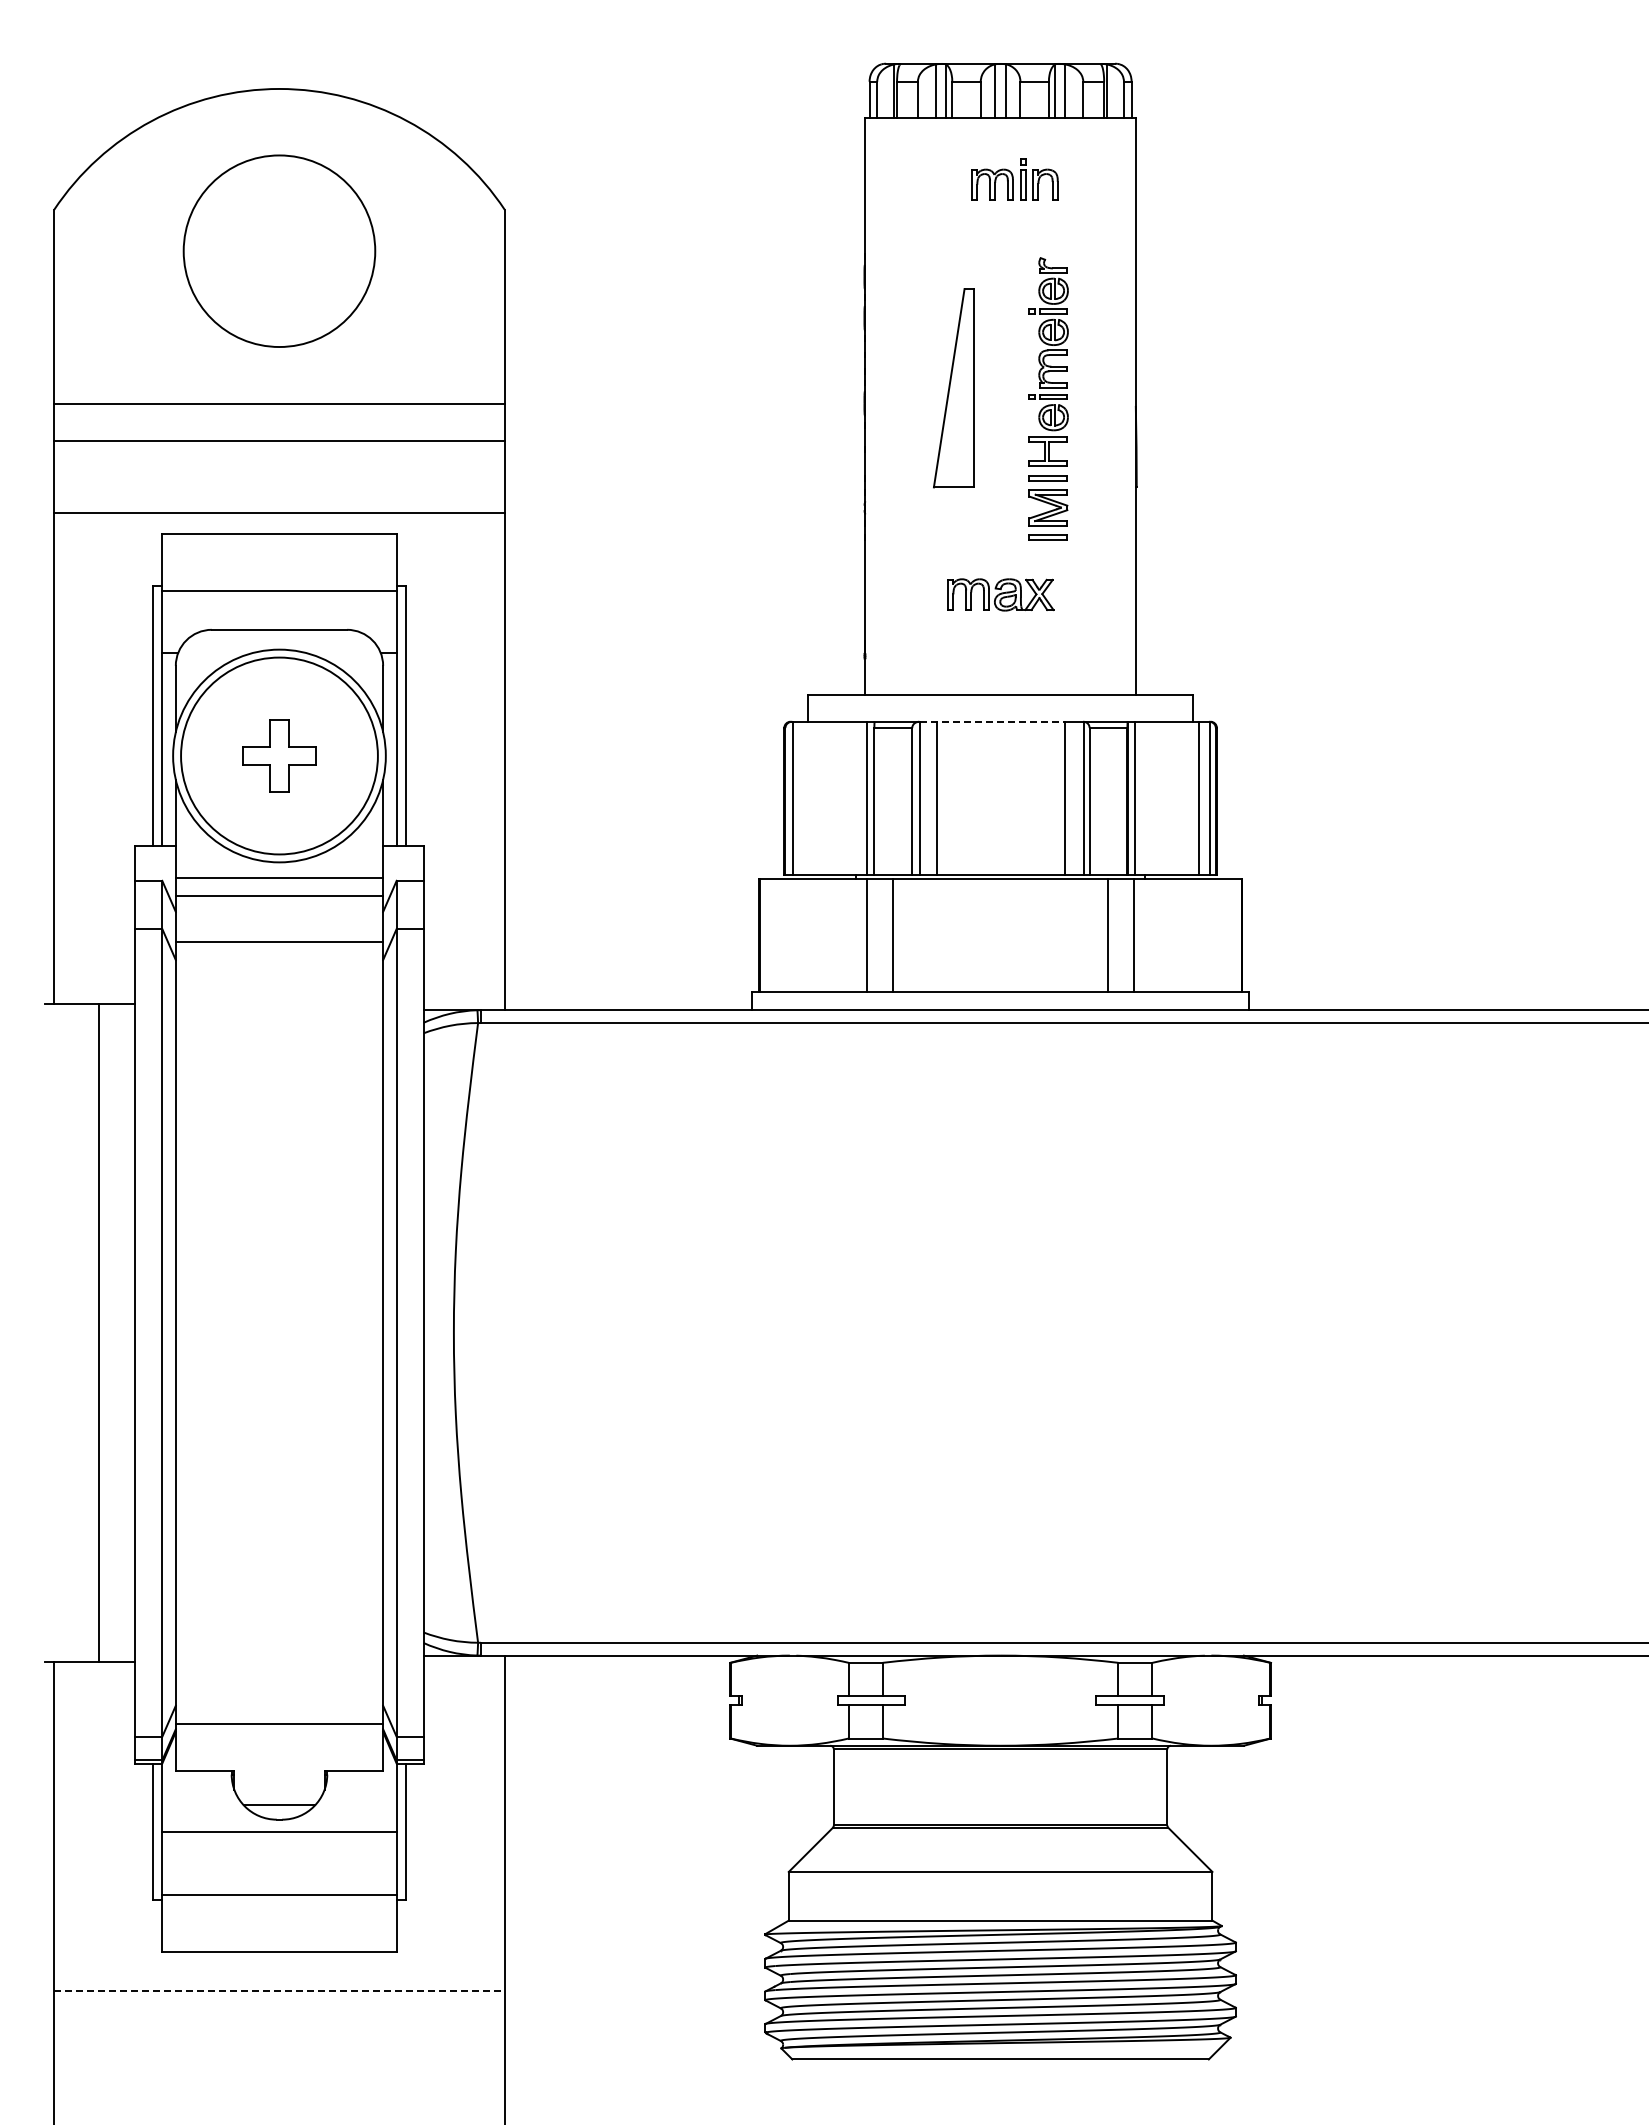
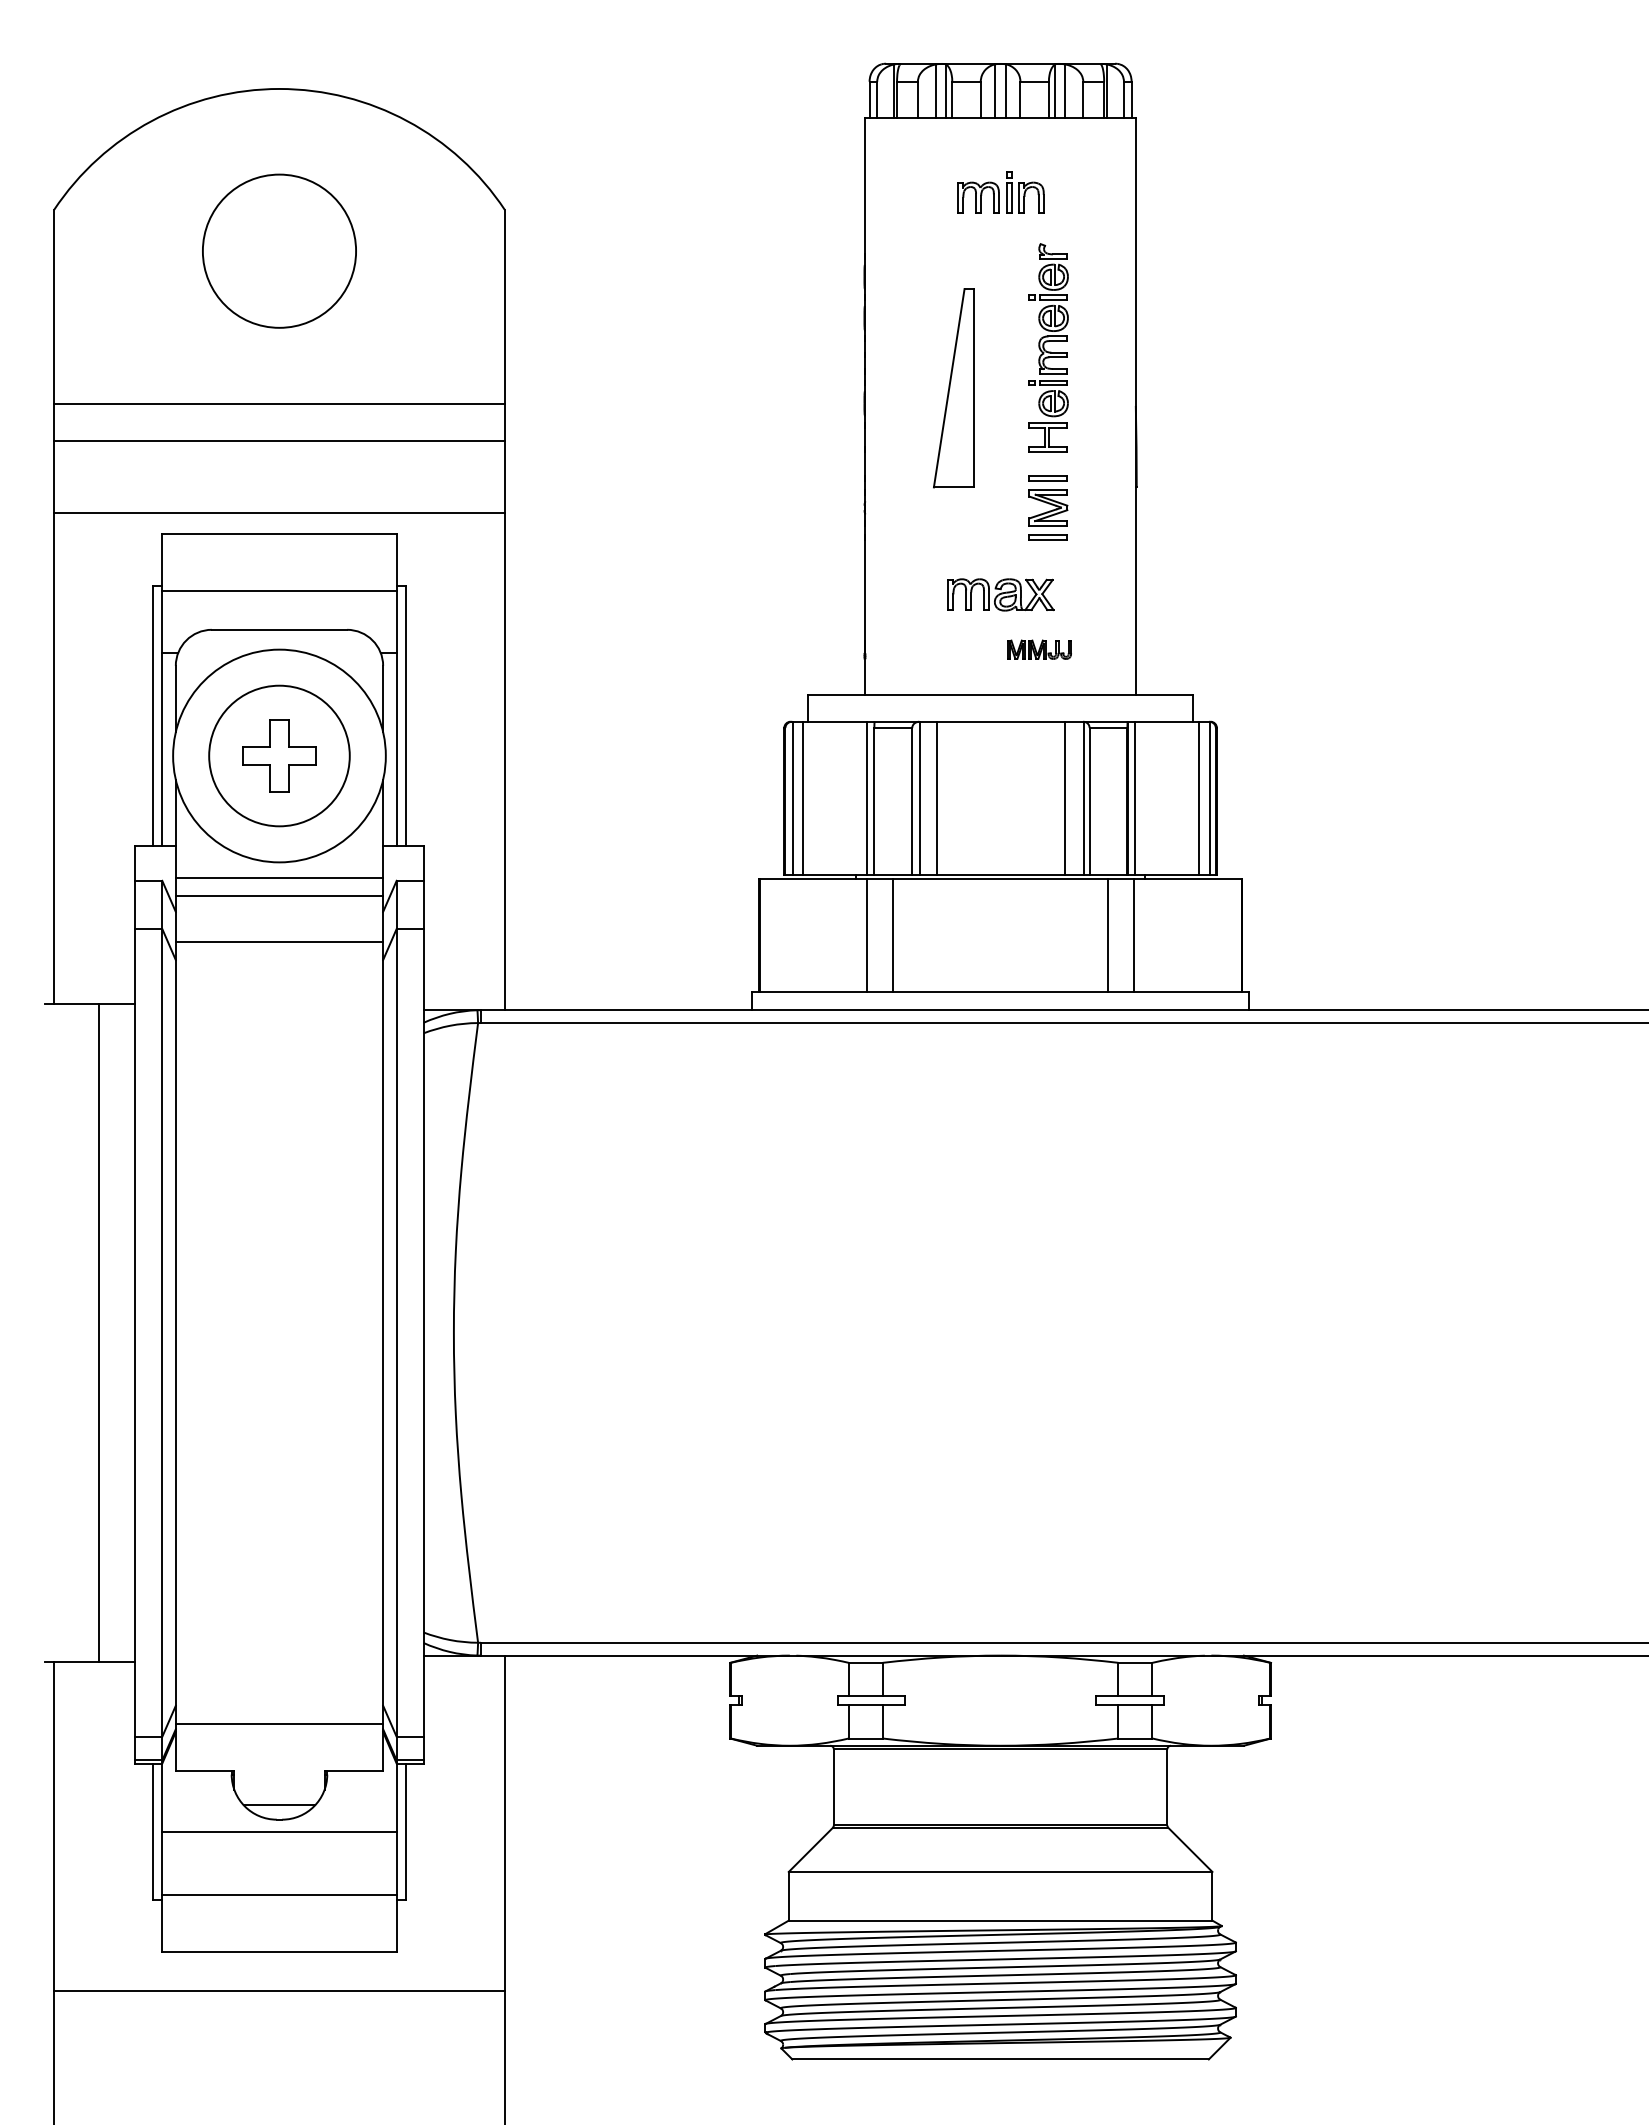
part at (1014, 179) position: (1014, 179) -> (1000, 192)
circle at (279, 251) diameter: 192 px -> 153 px
part at (1048, 361) position: (1048, 361) -> (1048, 347)
part at (1039, 649): none -> present
line at (993, 721): dashed -> solid
circle at (279, 755) diameter: 197 px -> 141 px
line at (802, 798): none -> present
line at (279, 1990): dashed -> solid
